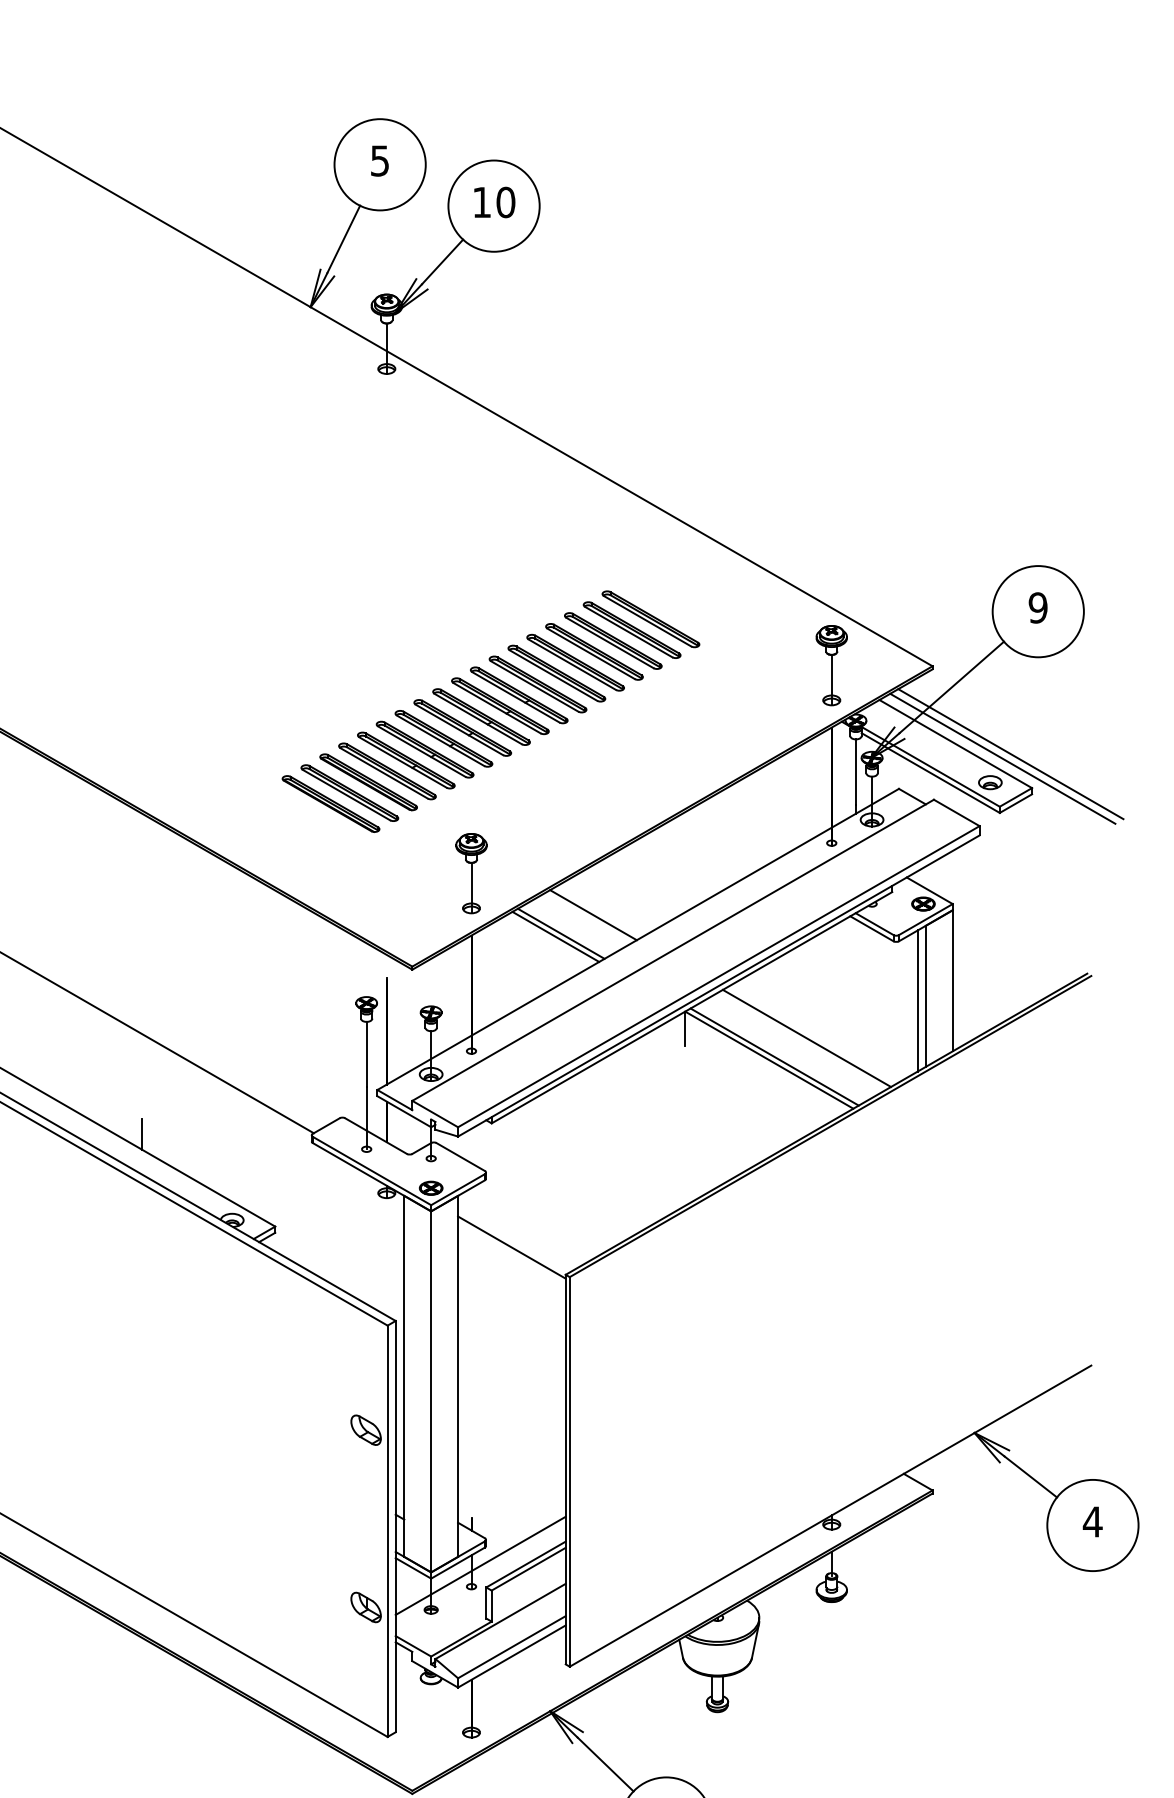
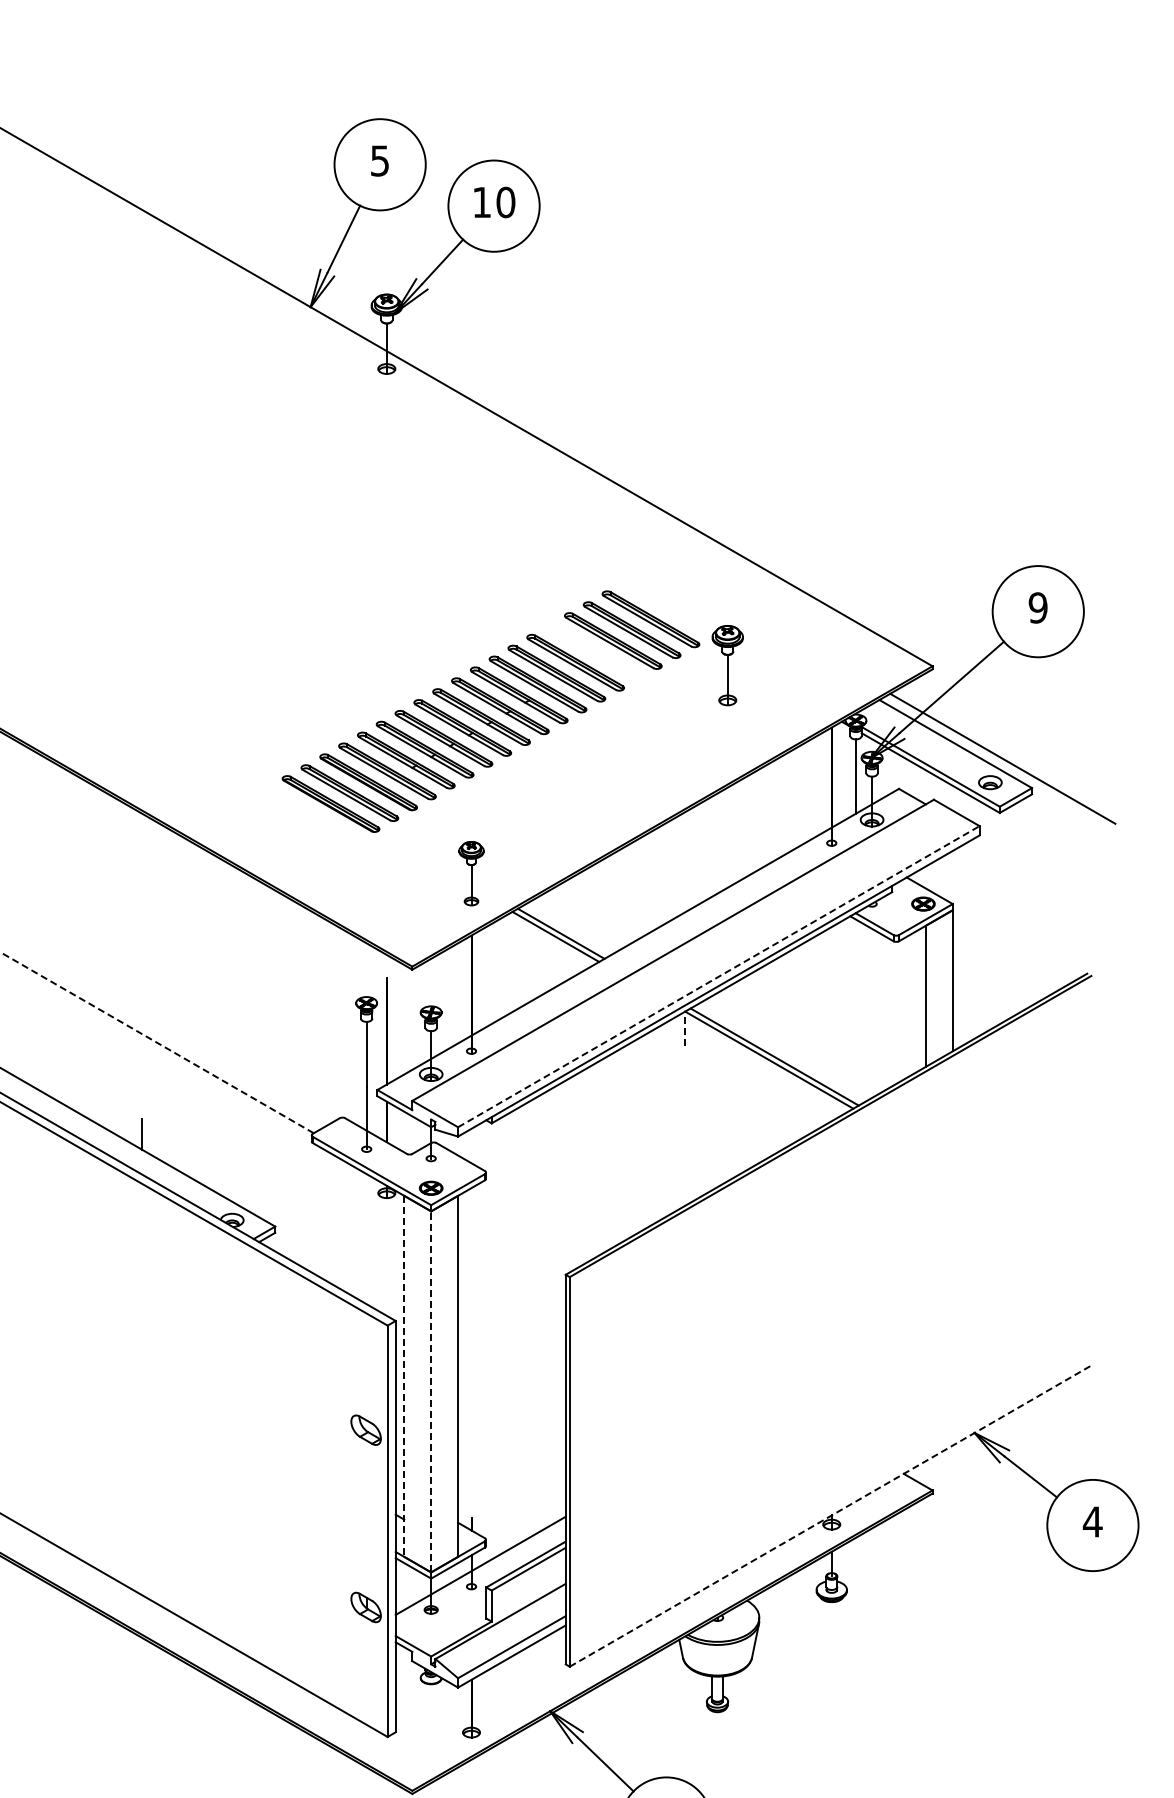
part at (594, 651): present -> none
part at (831, 665) position: (831, 665) -> (727, 665)
line at (1010, 754): present -> none
part at (471, 873) size: 33x82 px -> 27x66 px
line at (593, 915): present -> none
line at (719, 976): solid -> dashed
line at (917, 1000): present -> none
line at (684, 1028): solid -> dashed
line at (806, 1037): present -> none
line at (157, 1042): solid -> dashed
line at (511, 1247): present -> none
line at (404, 1376): solid -> dashed
line at (431, 1391): solid -> dashed
line at (830, 1515): solid -> dashed
